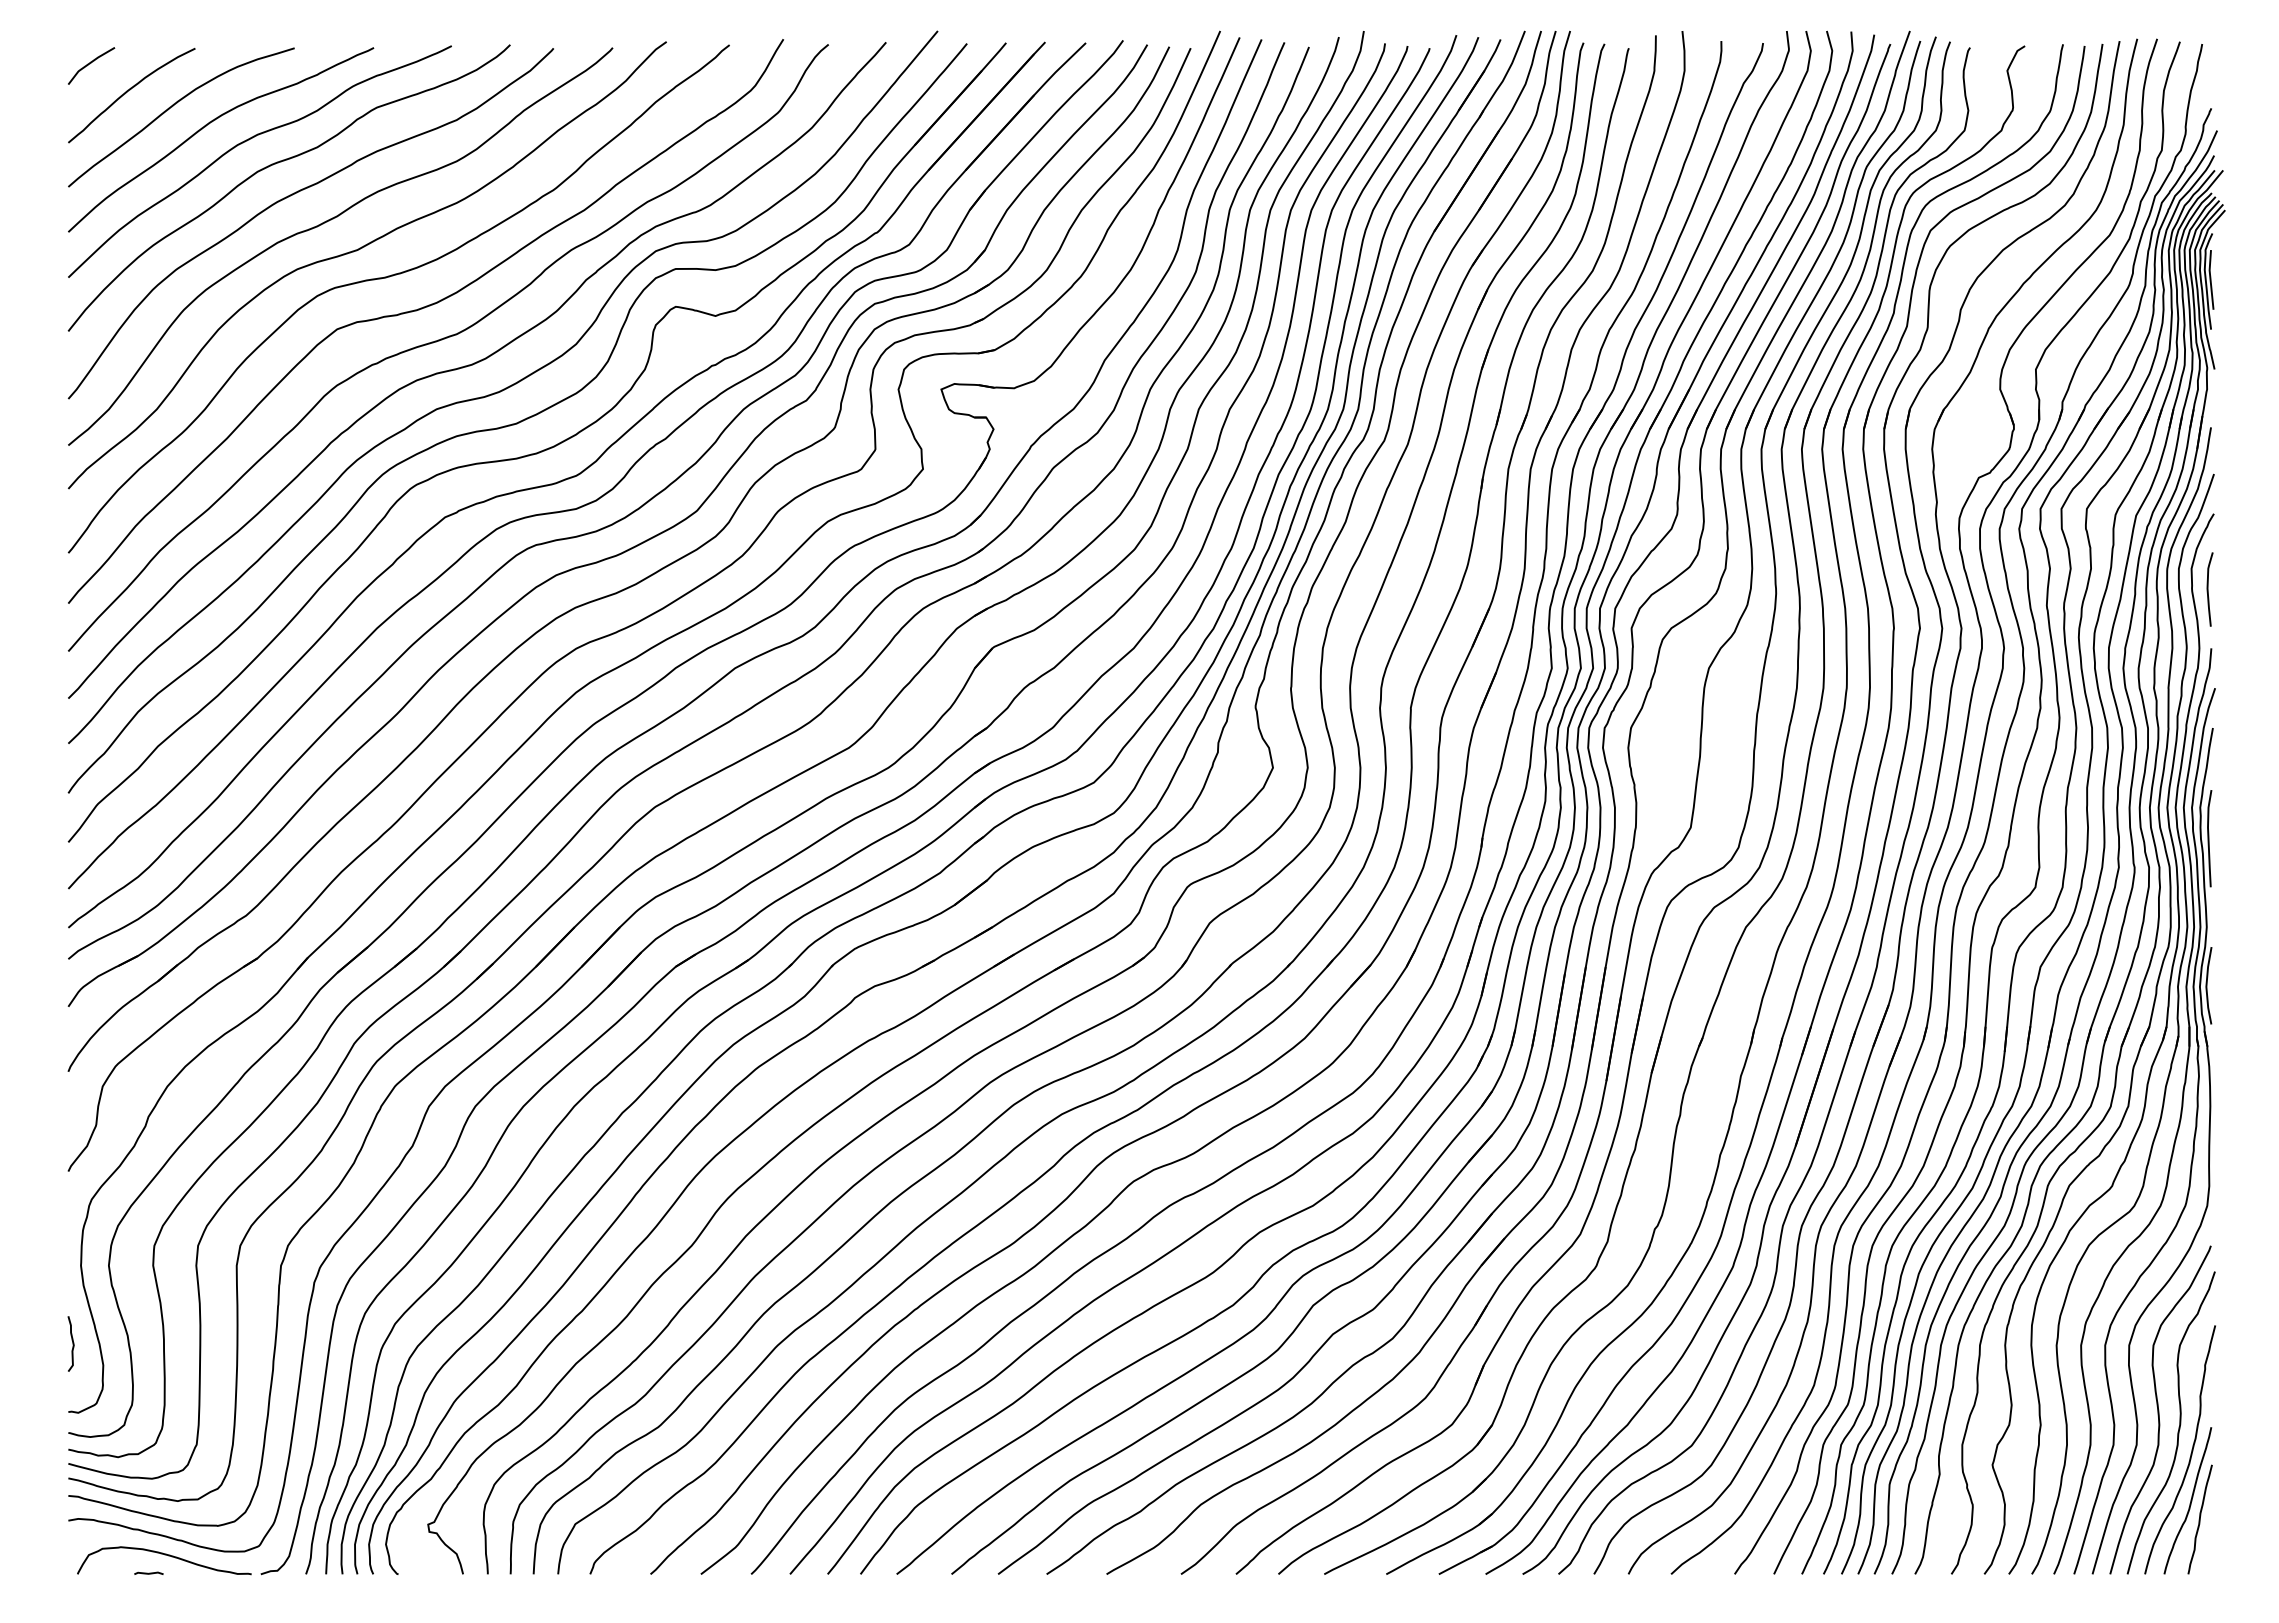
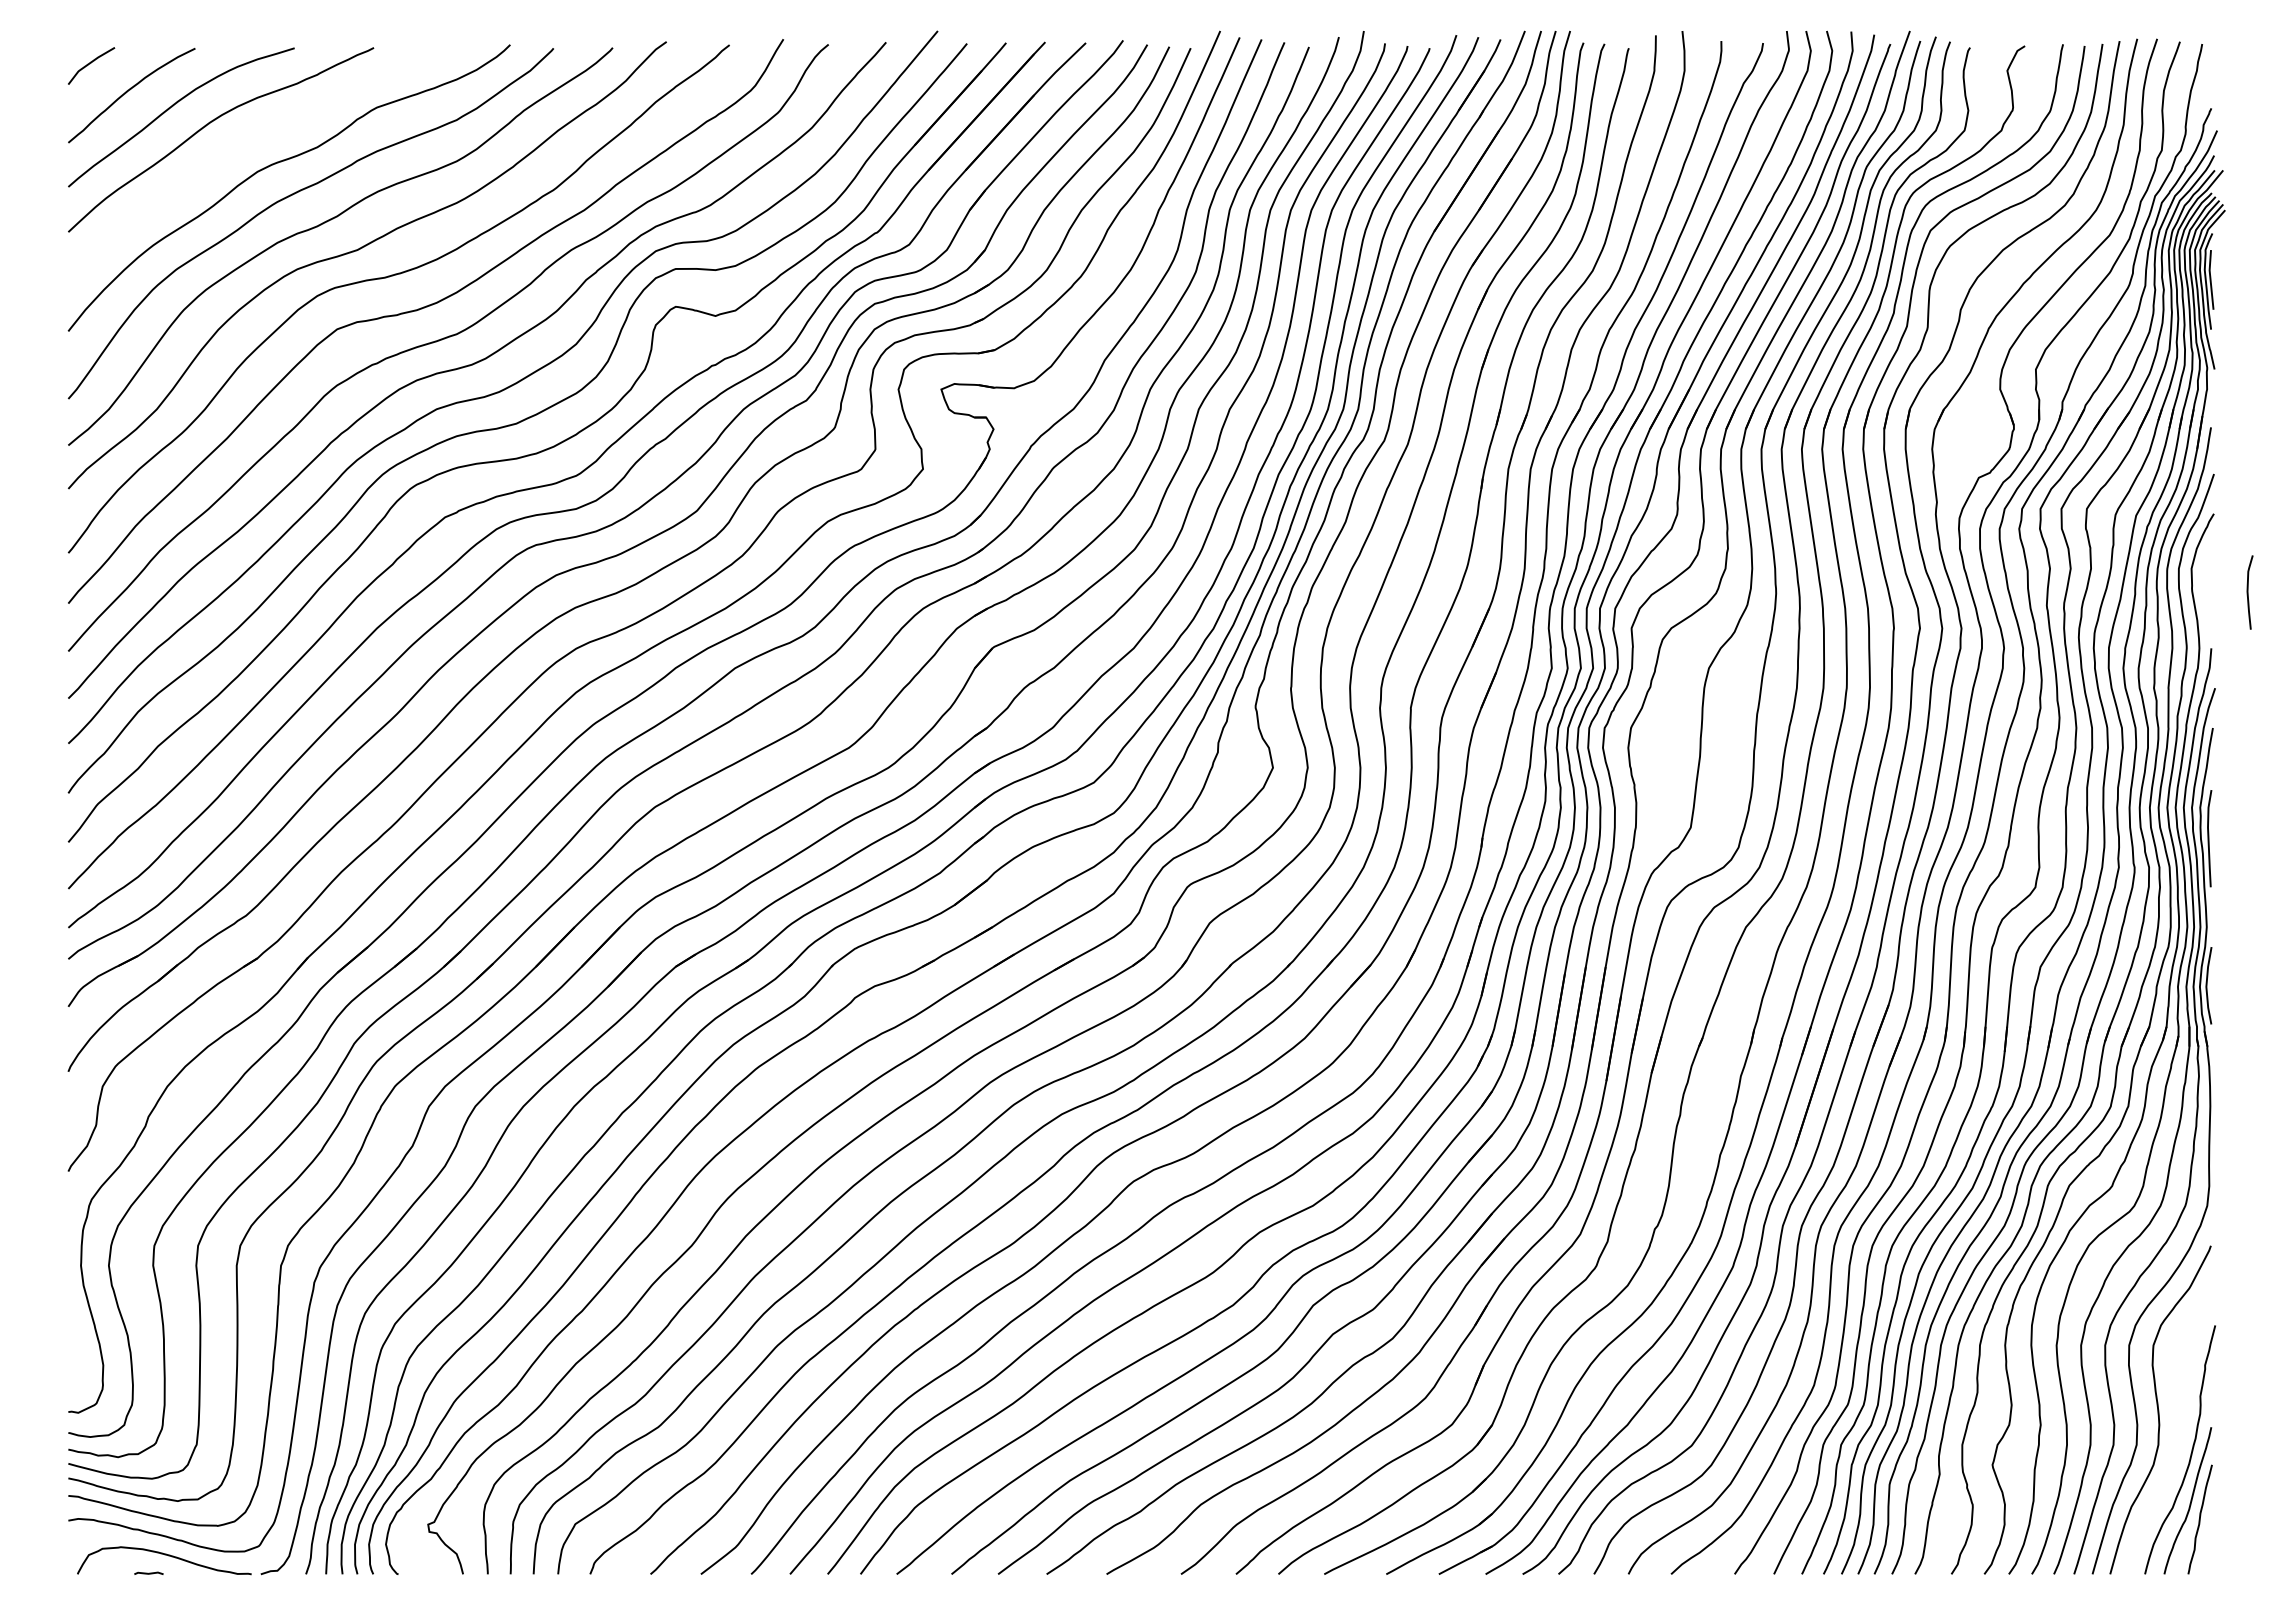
curve at (249, 140): present -> none
curve at (2208, 589) position: (2208, 589) -> (2248, 592)
curve at (72, 1343): present -> none
curve at (2179, 1422): present -> none
